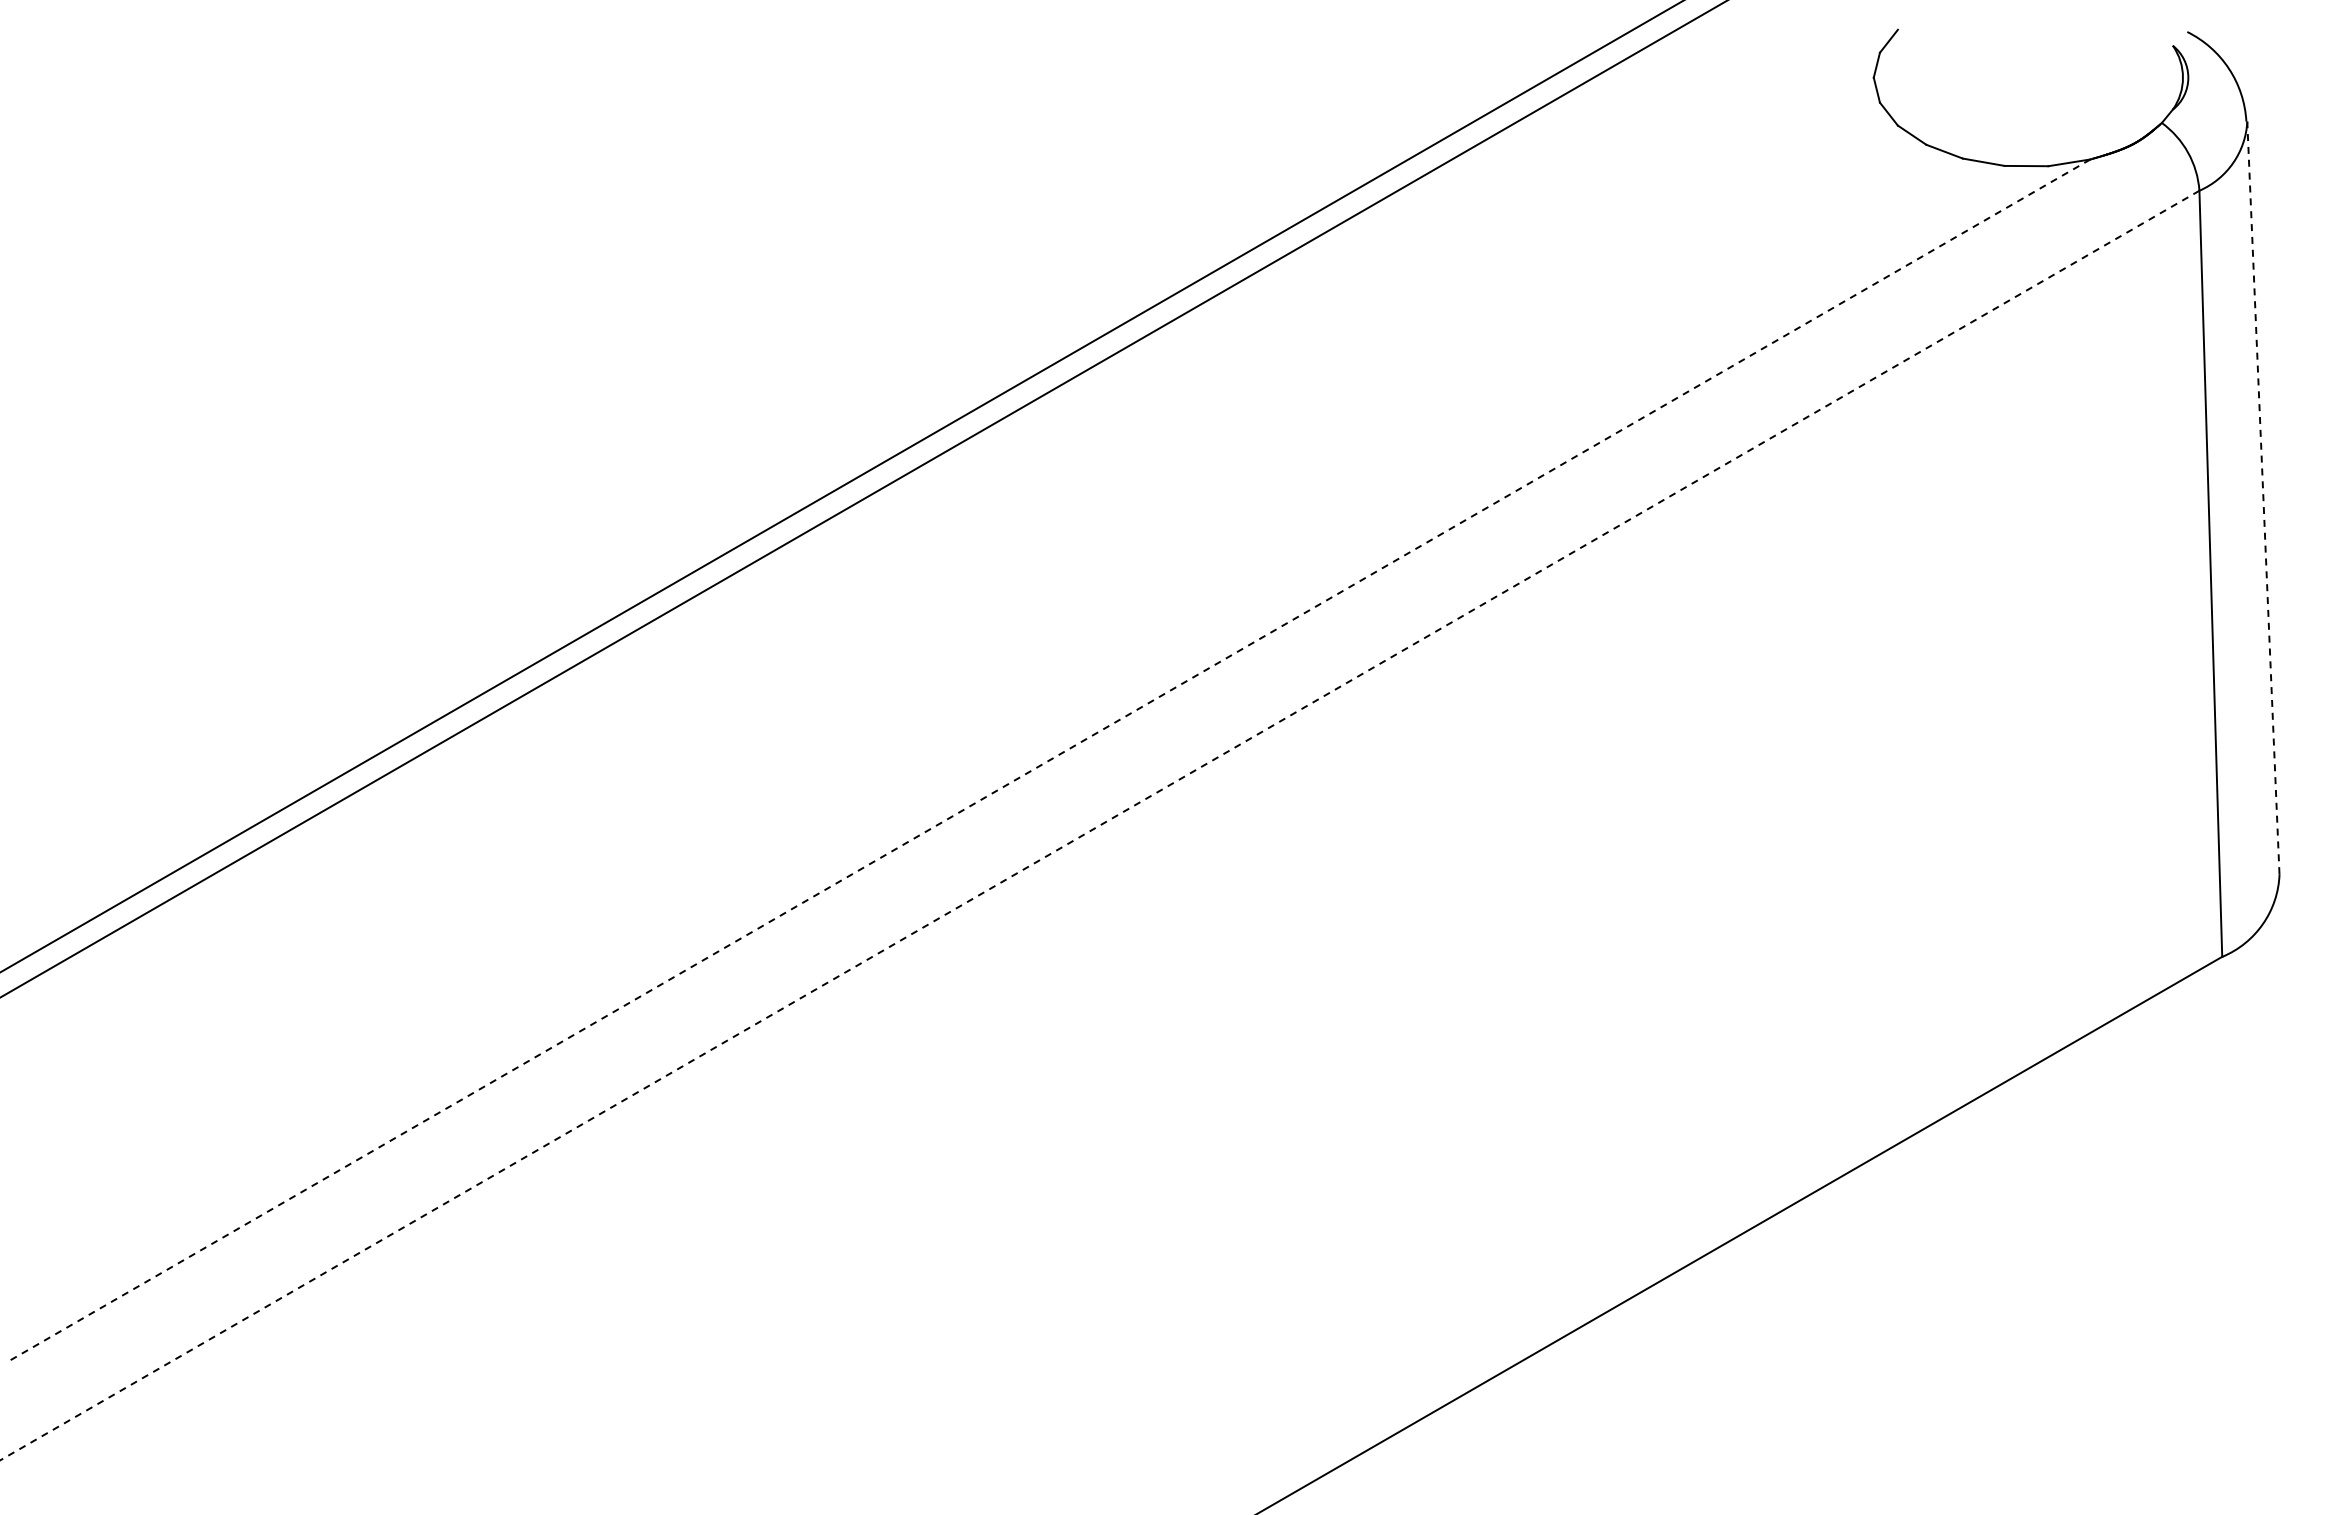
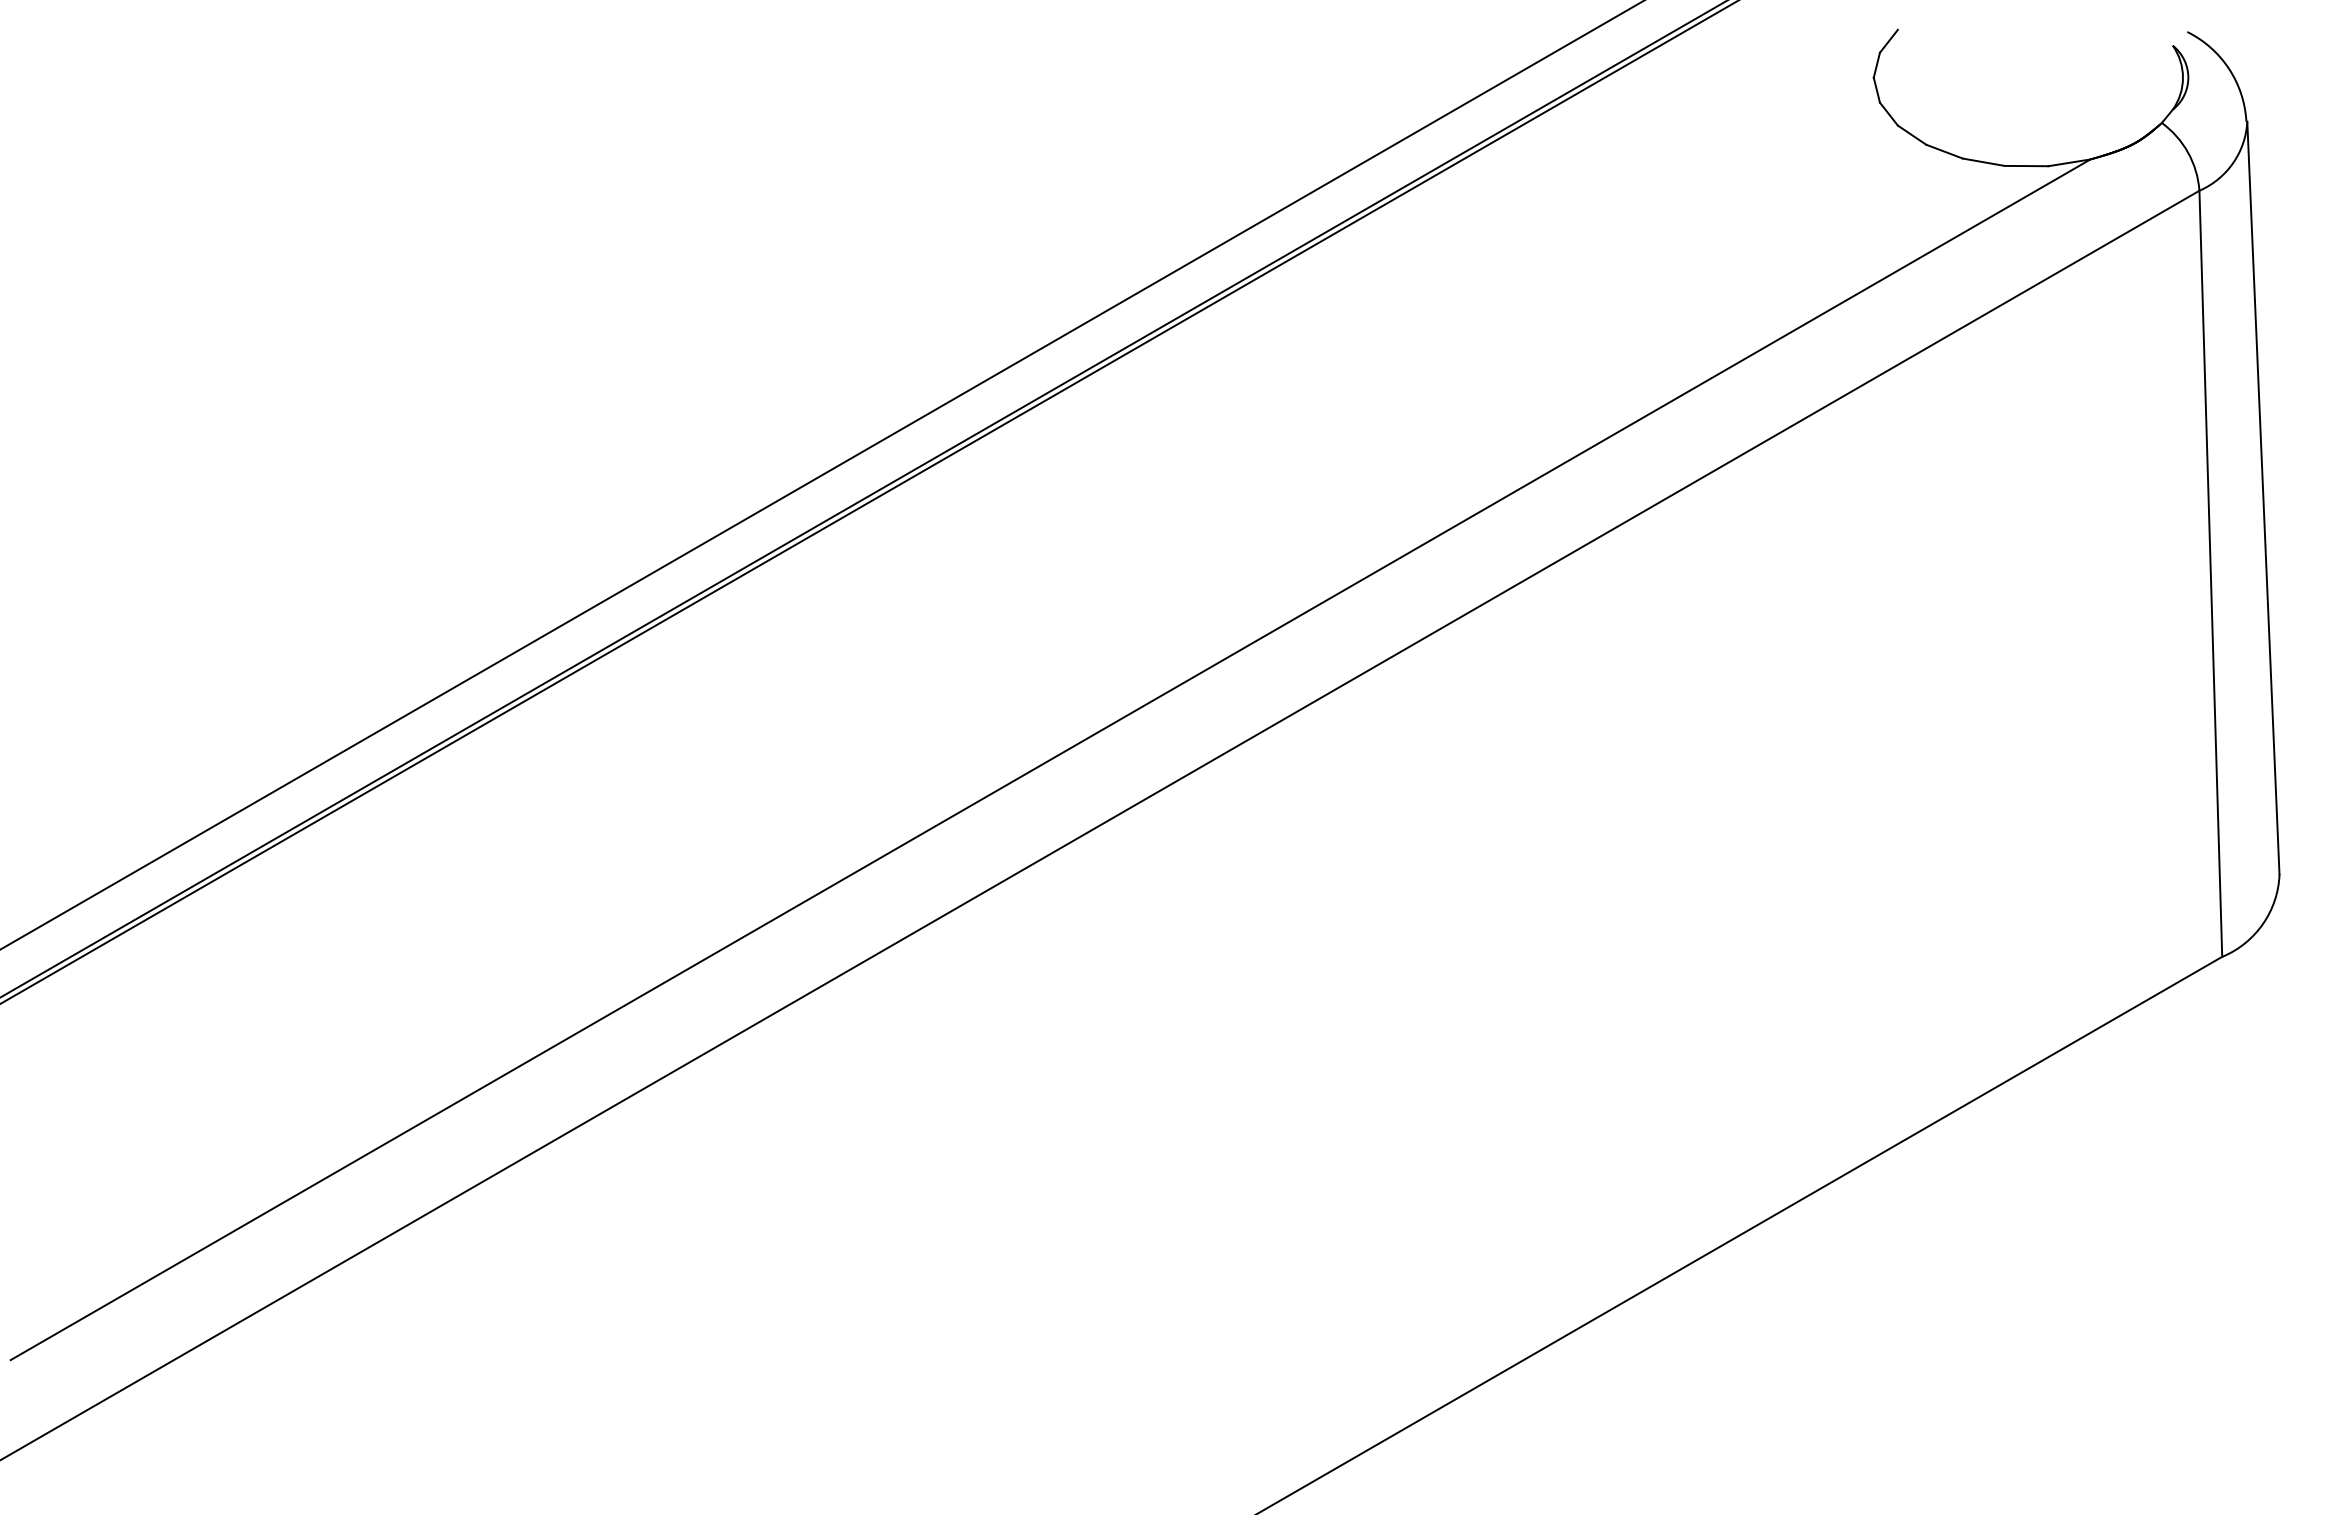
line at (841, 486) position: (841, 486) -> (821, 475)
line at (2263, 497): dashed -> solid
line at (868, 502): none -> present
line at (1050, 759): dashed -> solid
line at (1099, 825): dashed -> solid
